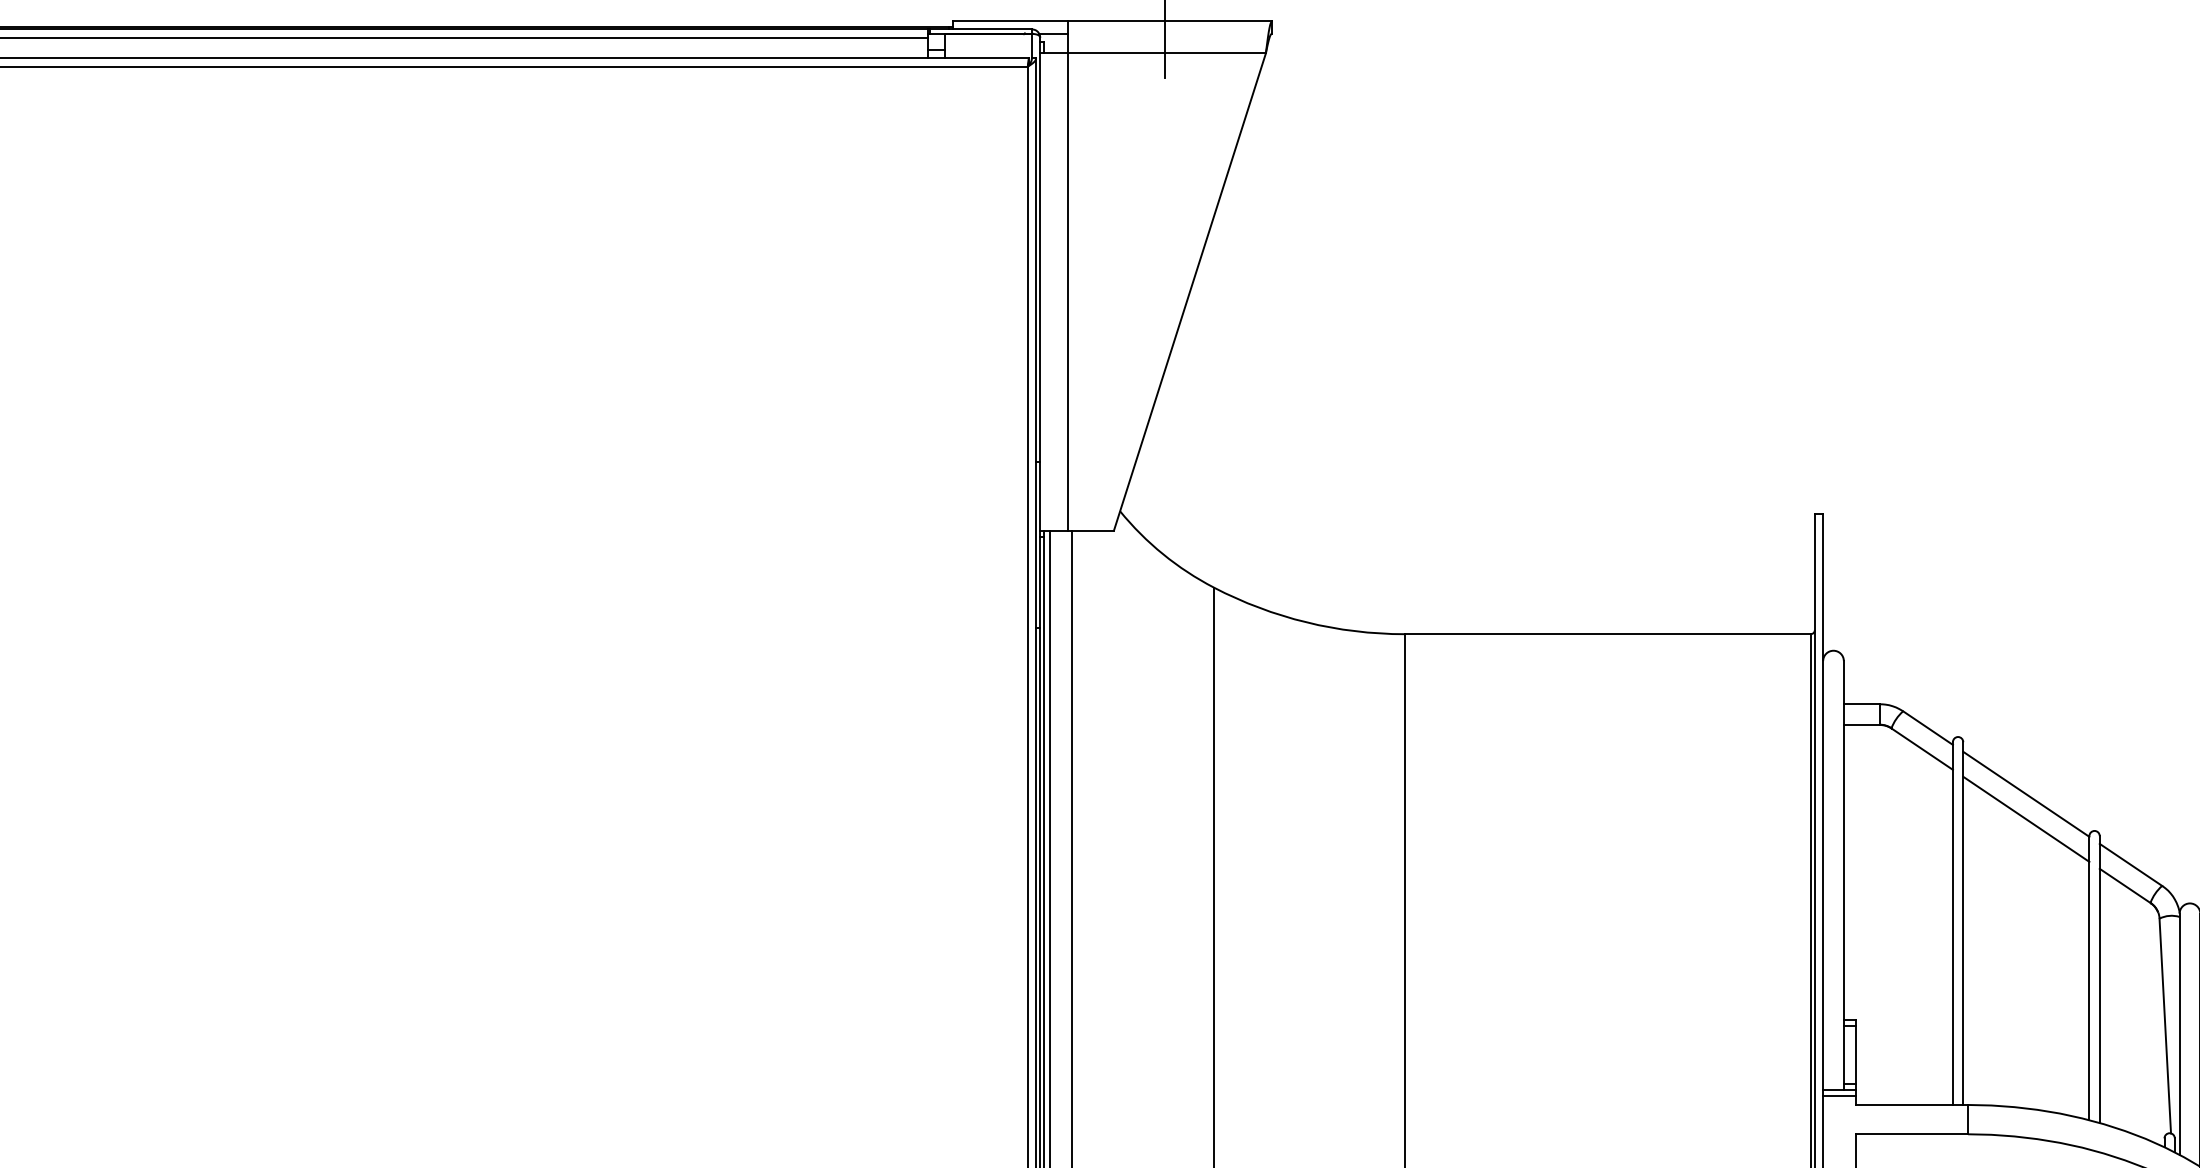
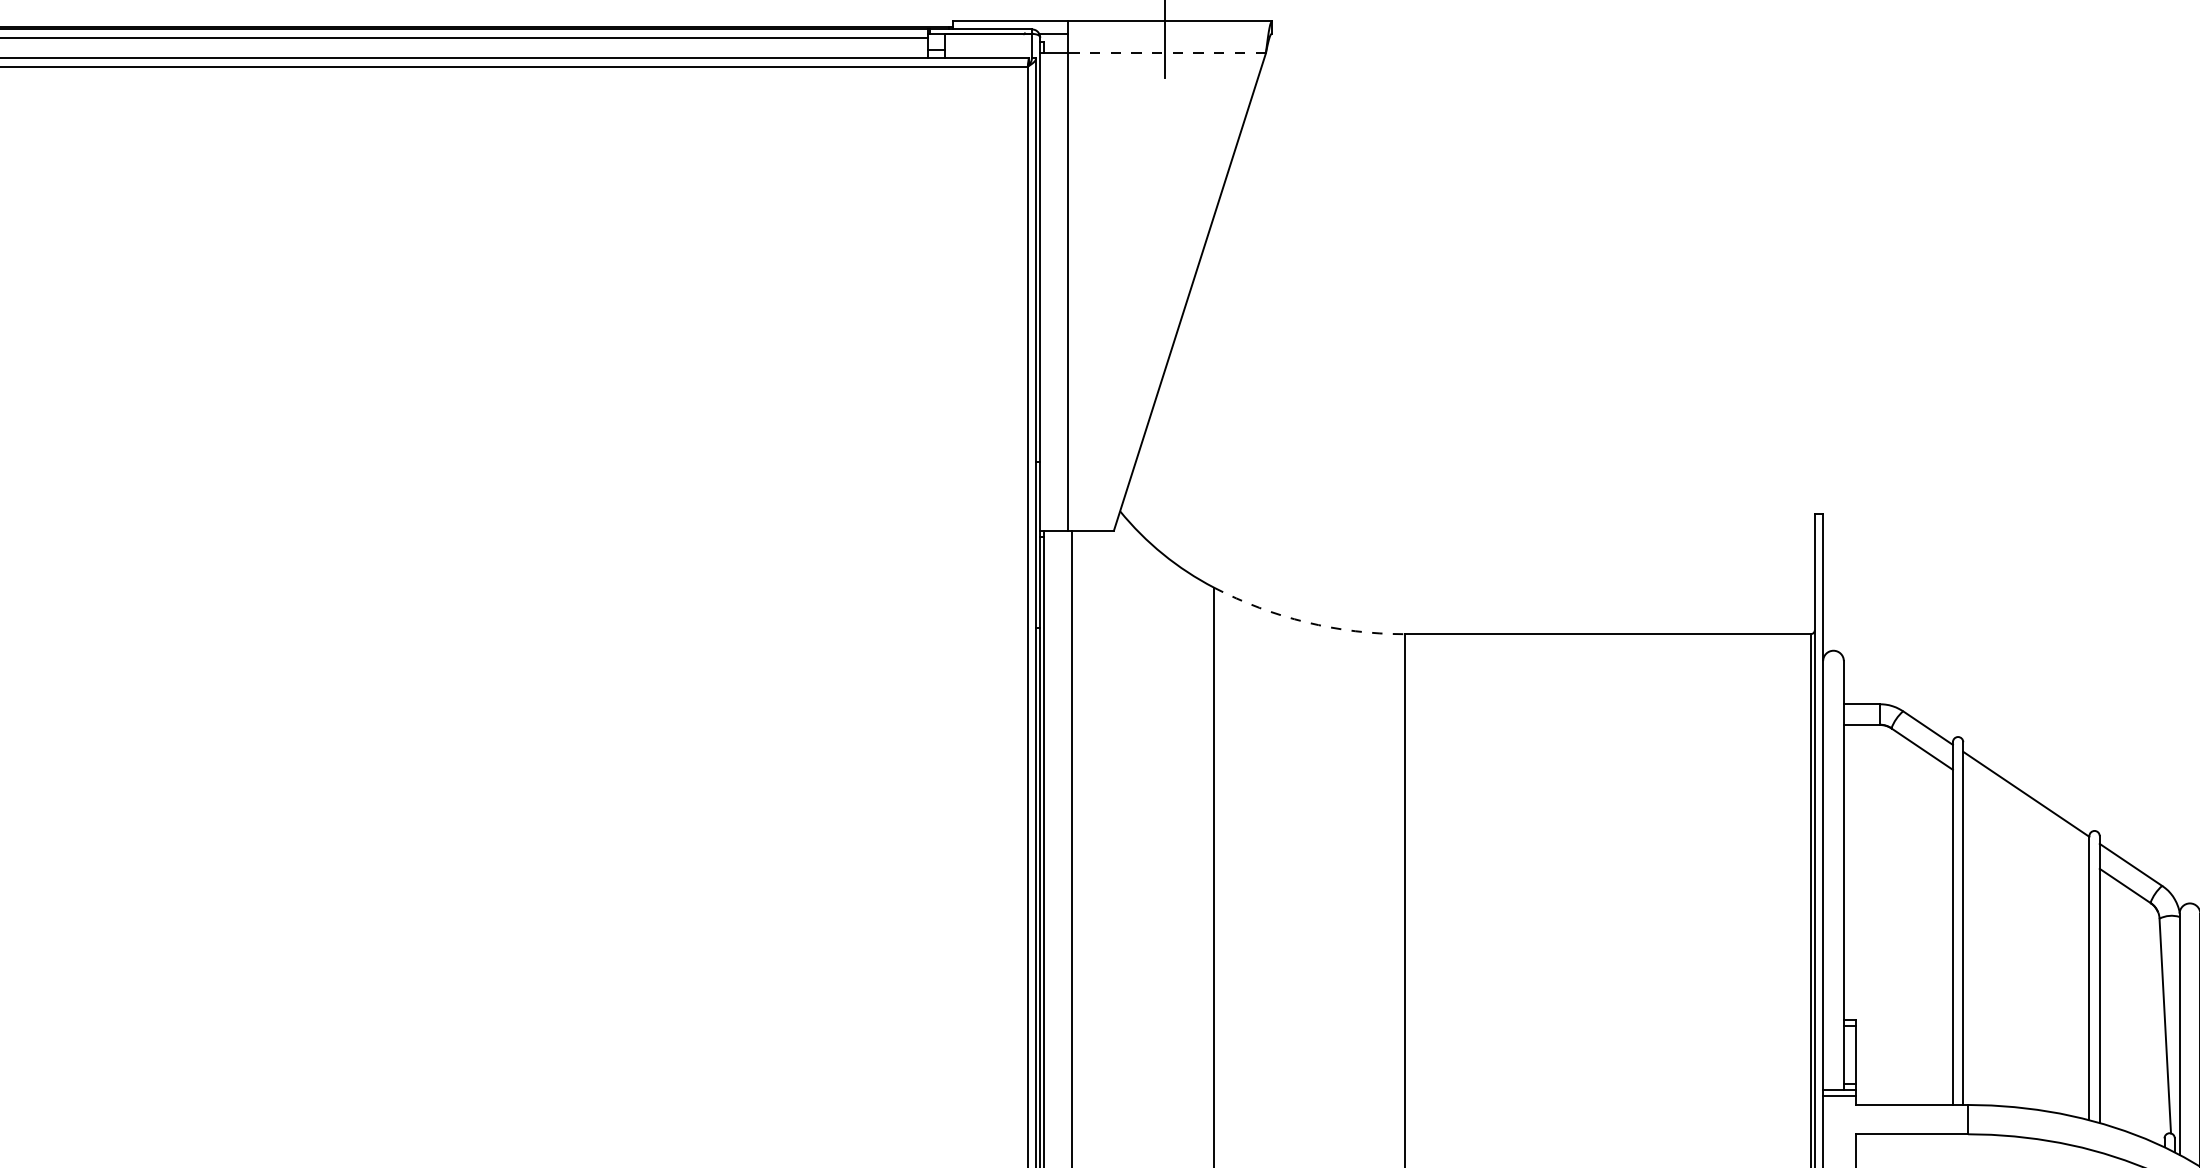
line at (1167, 53): solid -> dashed
arc at (1306, 622): solid -> dashed
line at (2026, 818): present -> none
line at (1049, 847): present -> none
